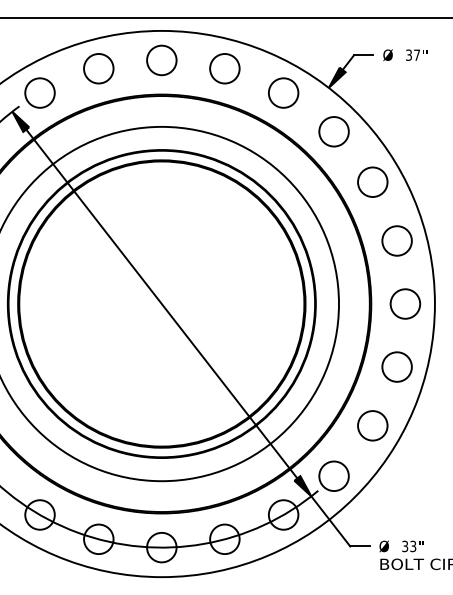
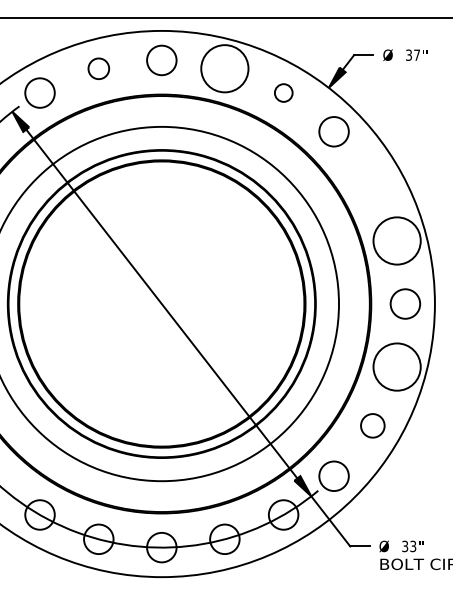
circle at (98, 68) size: 32x32 px -> 24x23 px
circle at (224, 68) diameter: 30 px -> 47 px
circle at (283, 92) size: 32x32 px -> 20x20 px
circle at (372, 181): present -> none
circle at (396, 240) diameter: 30 px -> 47 px
circle at (396, 366) diameter: 30 px -> 47 px
circle at (372, 425) size: 32x32 px -> 26x26 px
